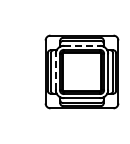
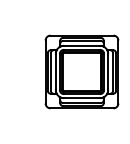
line at (82, 45): dashed -> solid
line at (55, 71): dashed -> solid
